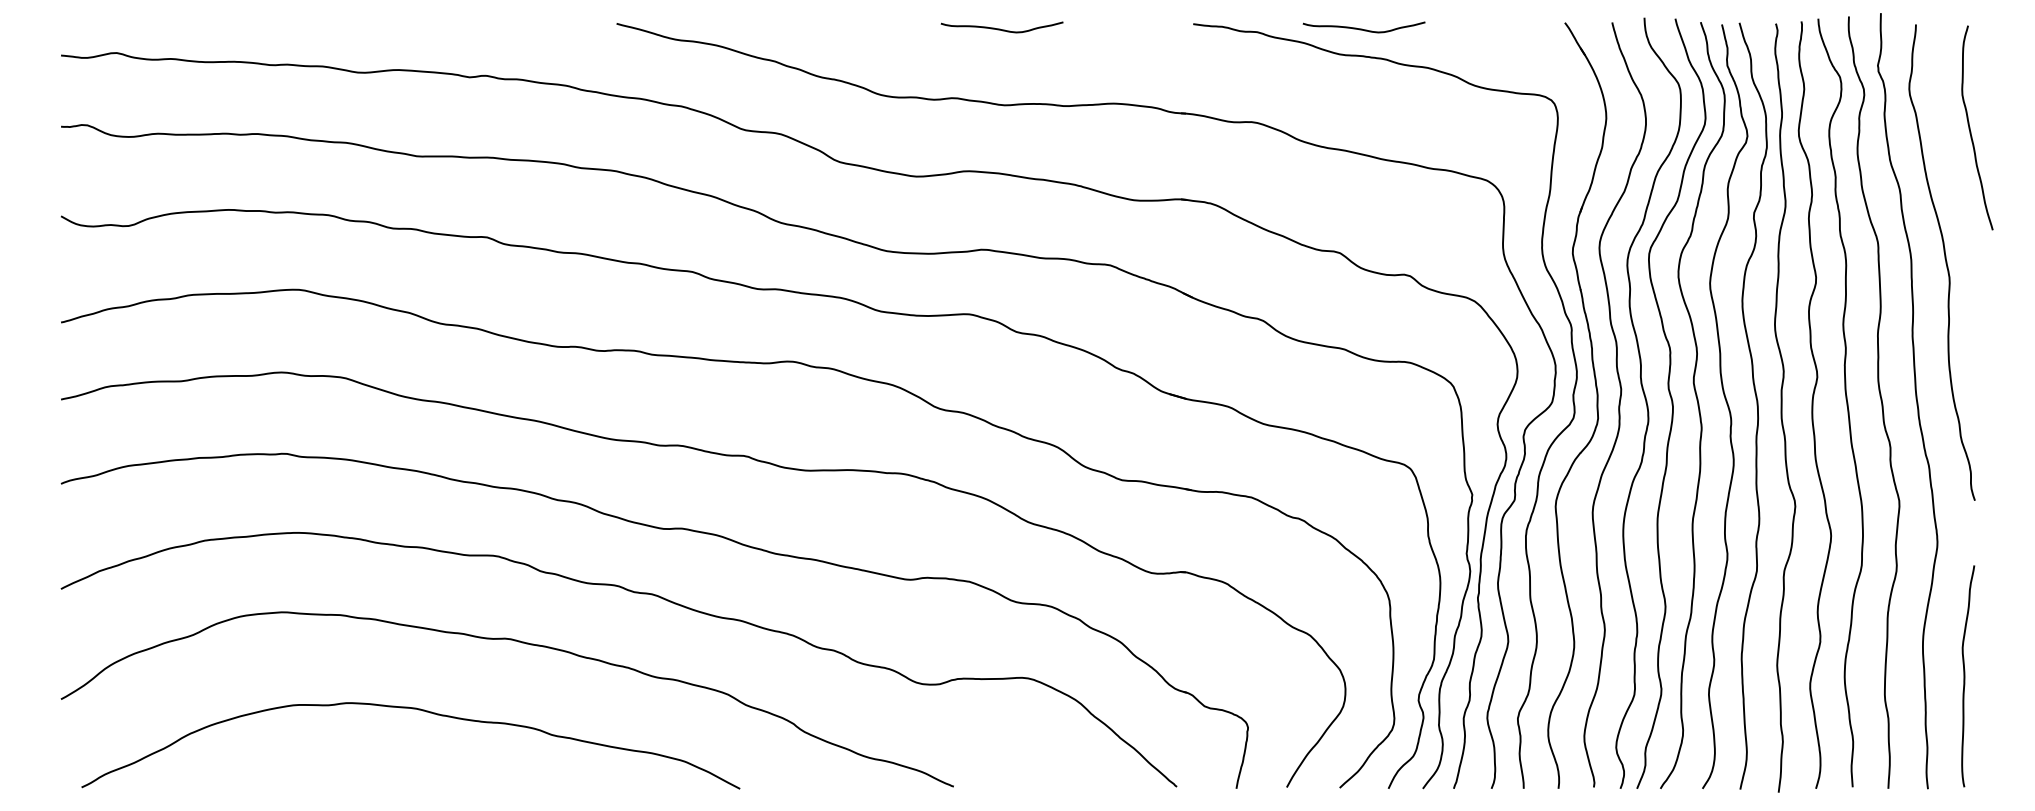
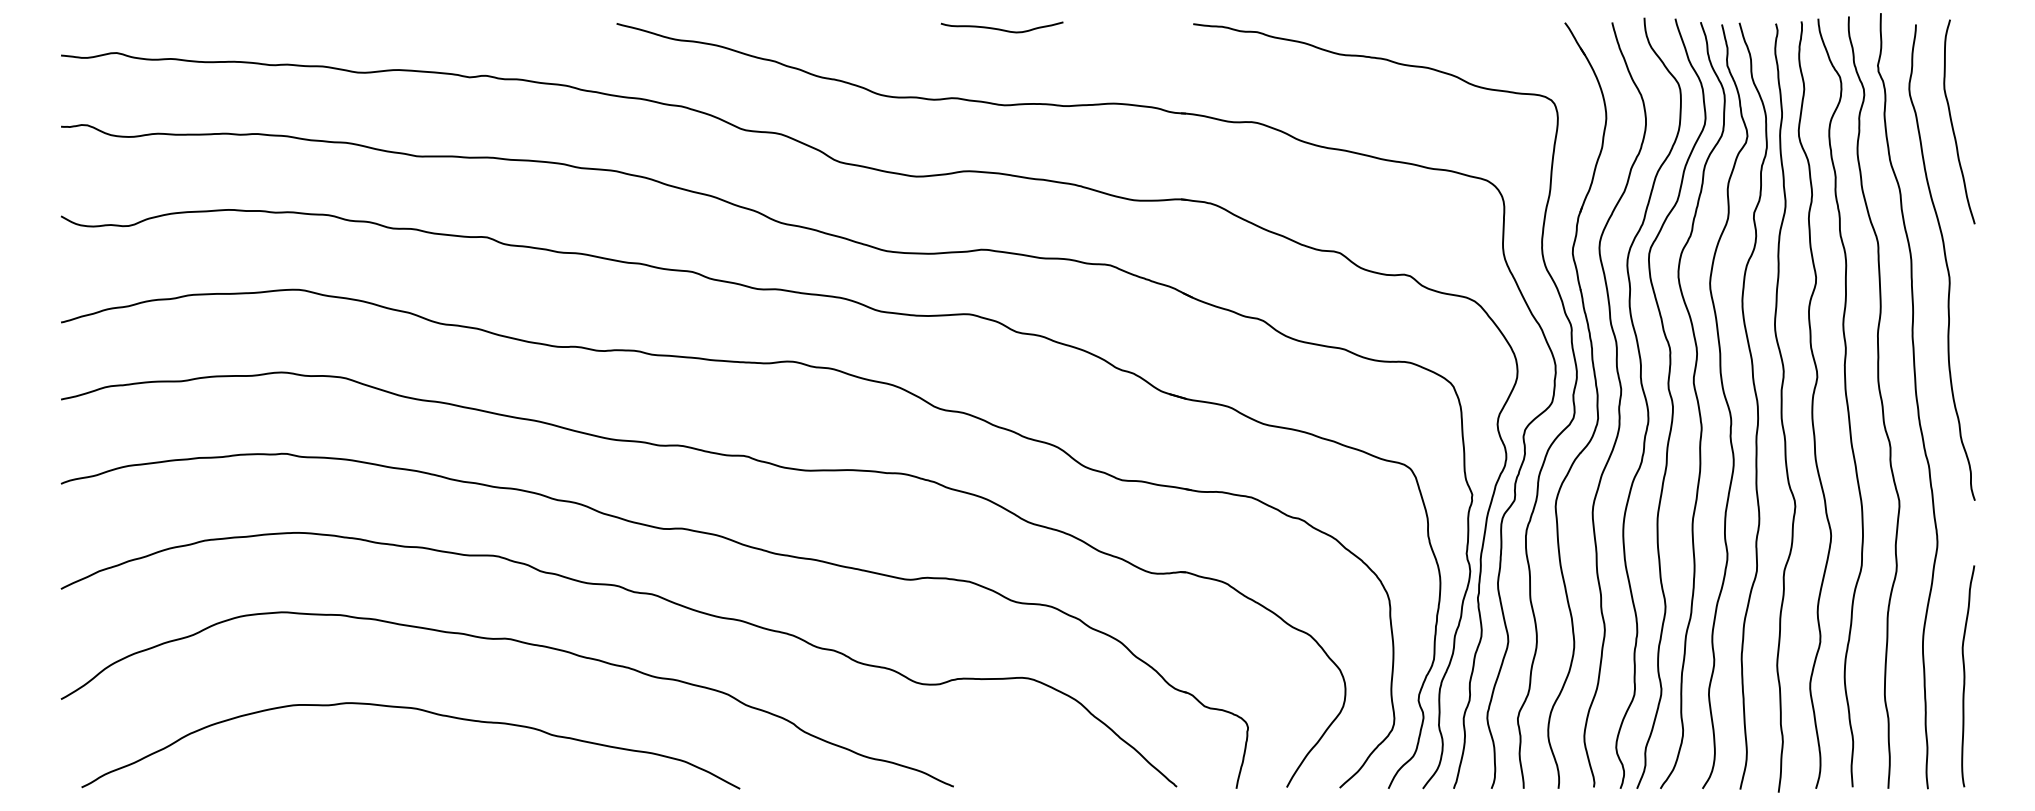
curve at (1362, 28): present -> none
curve at (1970, 127) position: (1970, 127) -> (1952, 121)
